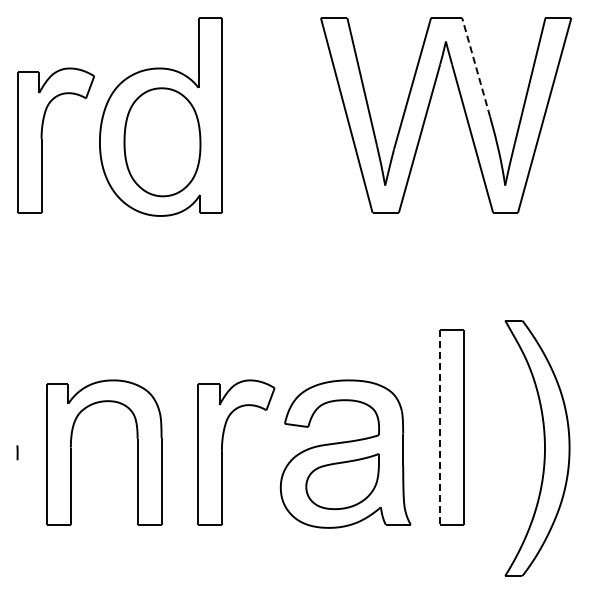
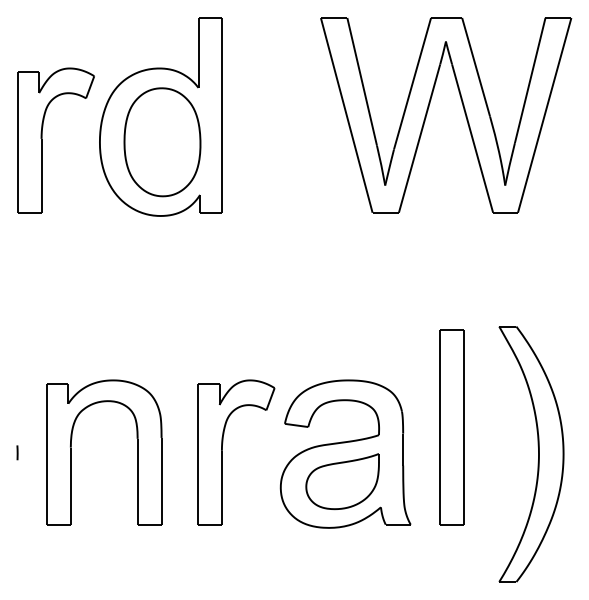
line at (475, 66): dashed -> solid
line at (439, 427): dashed -> solid
part at (544, 448) position: (544, 448) -> (538, 454)
